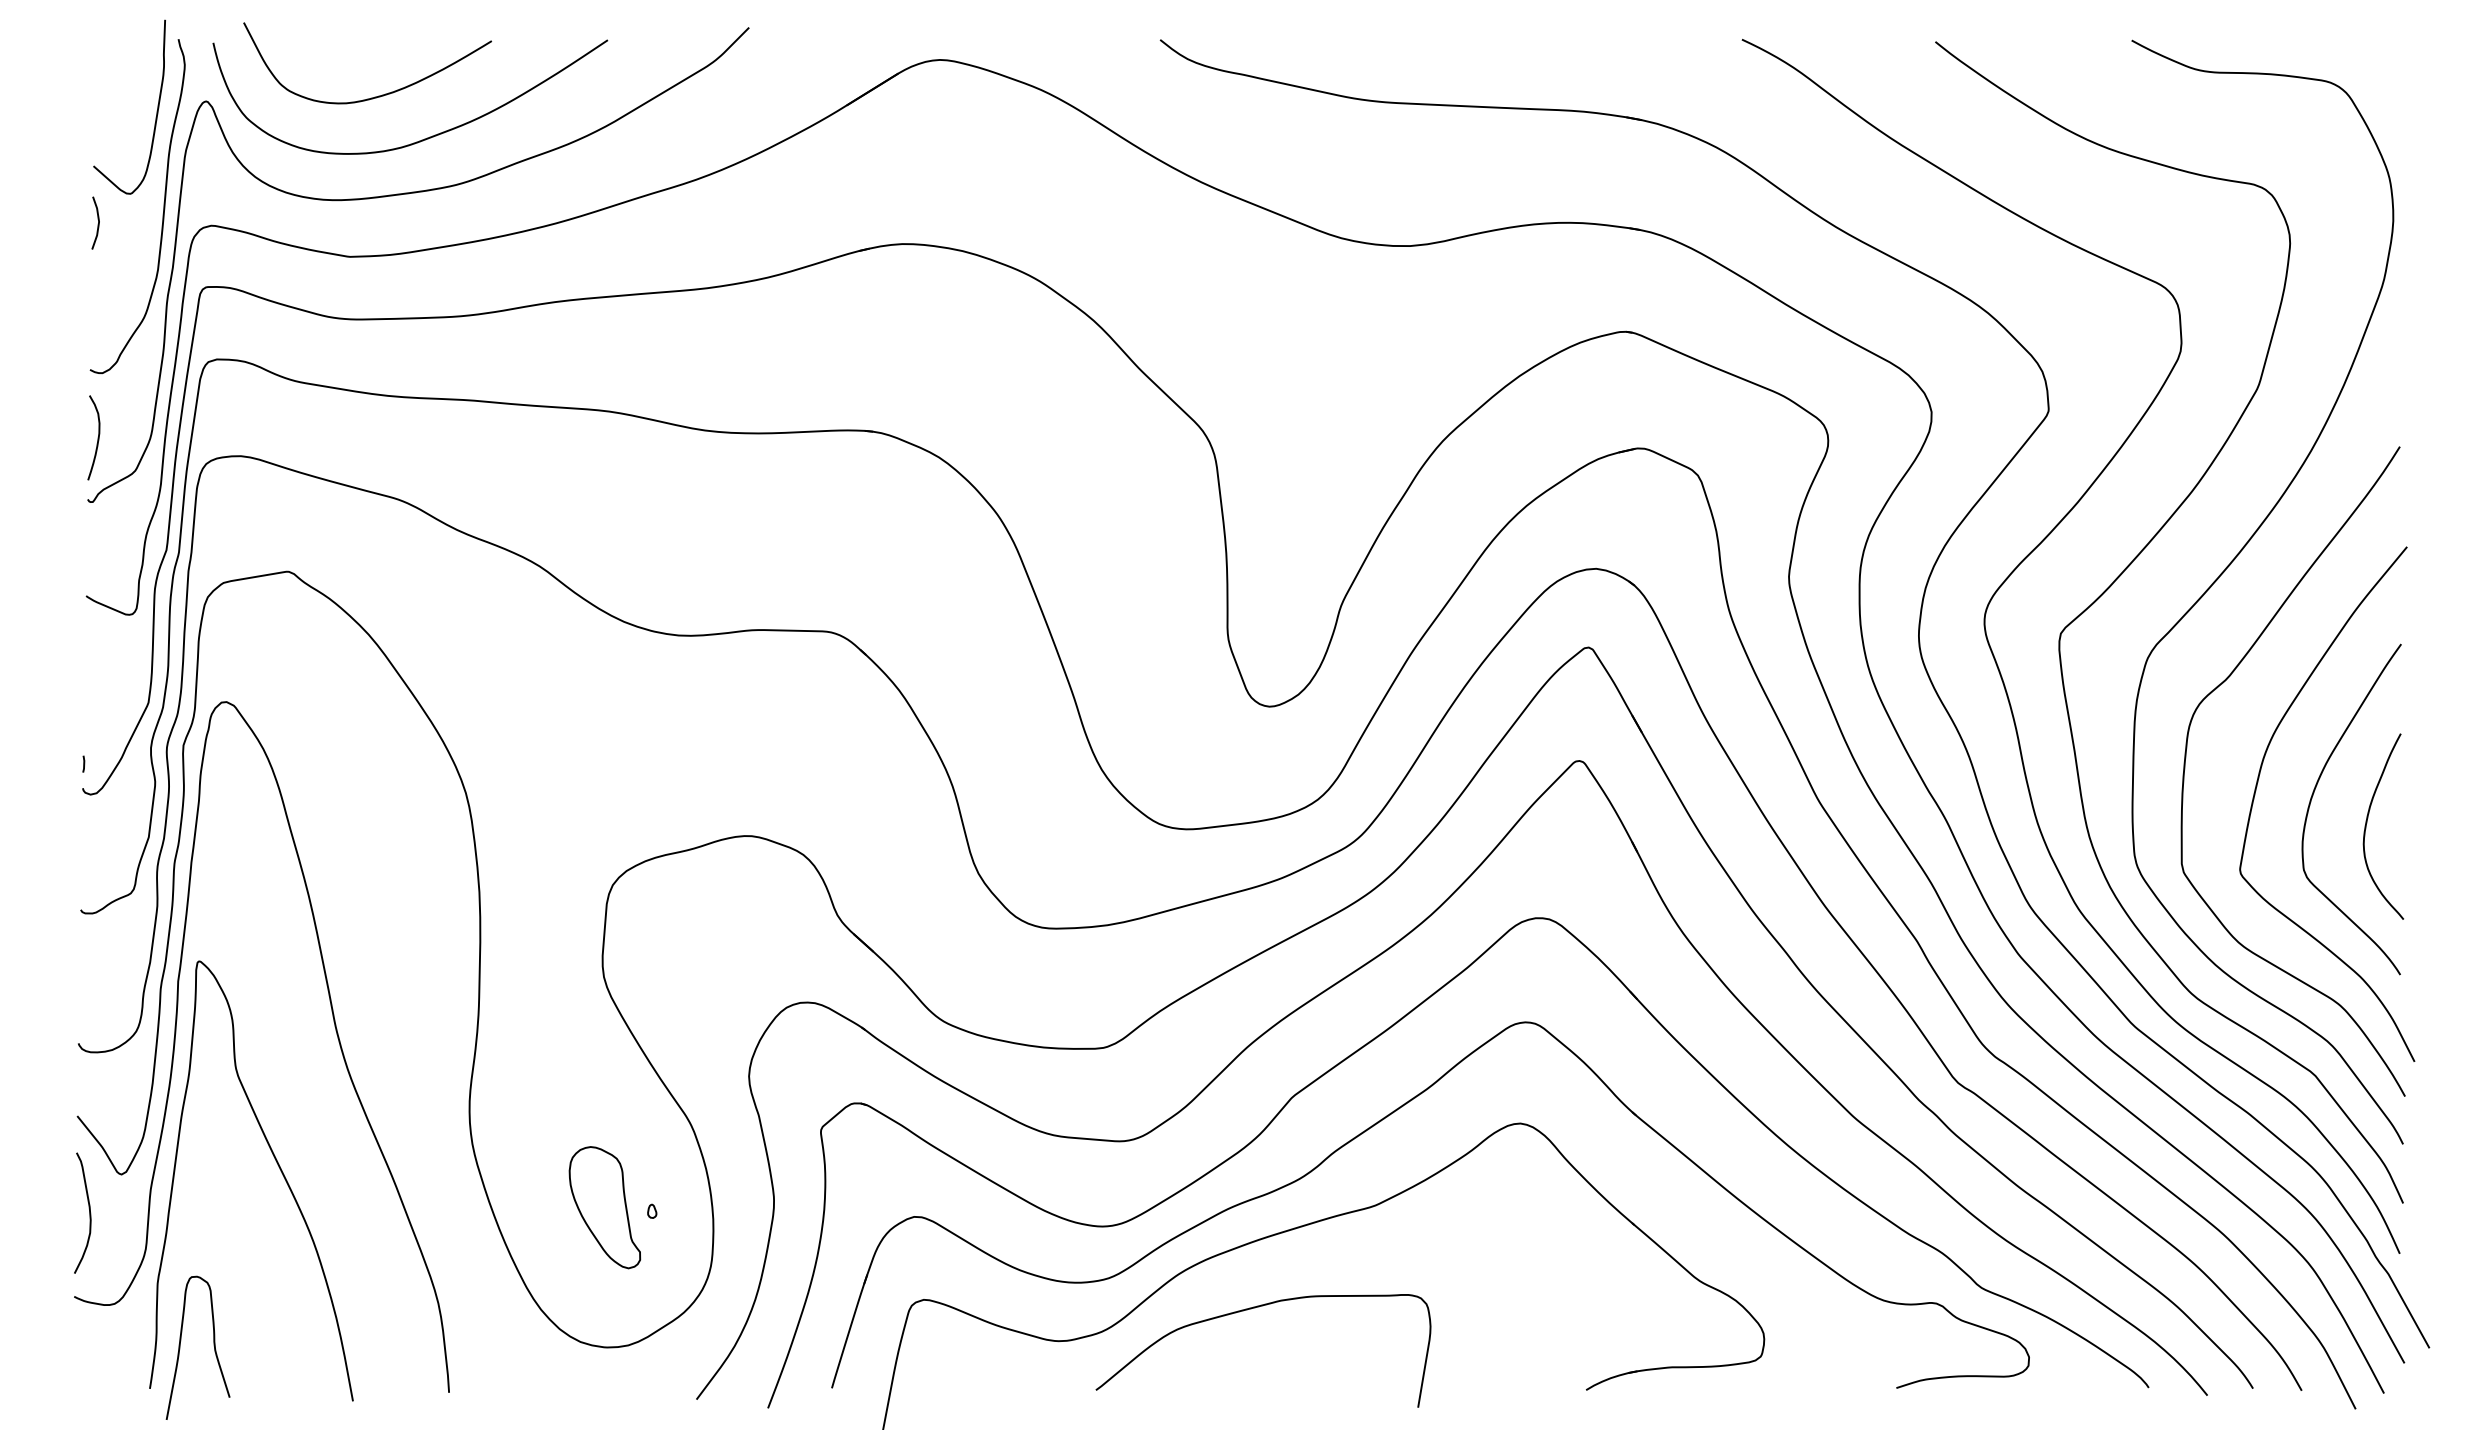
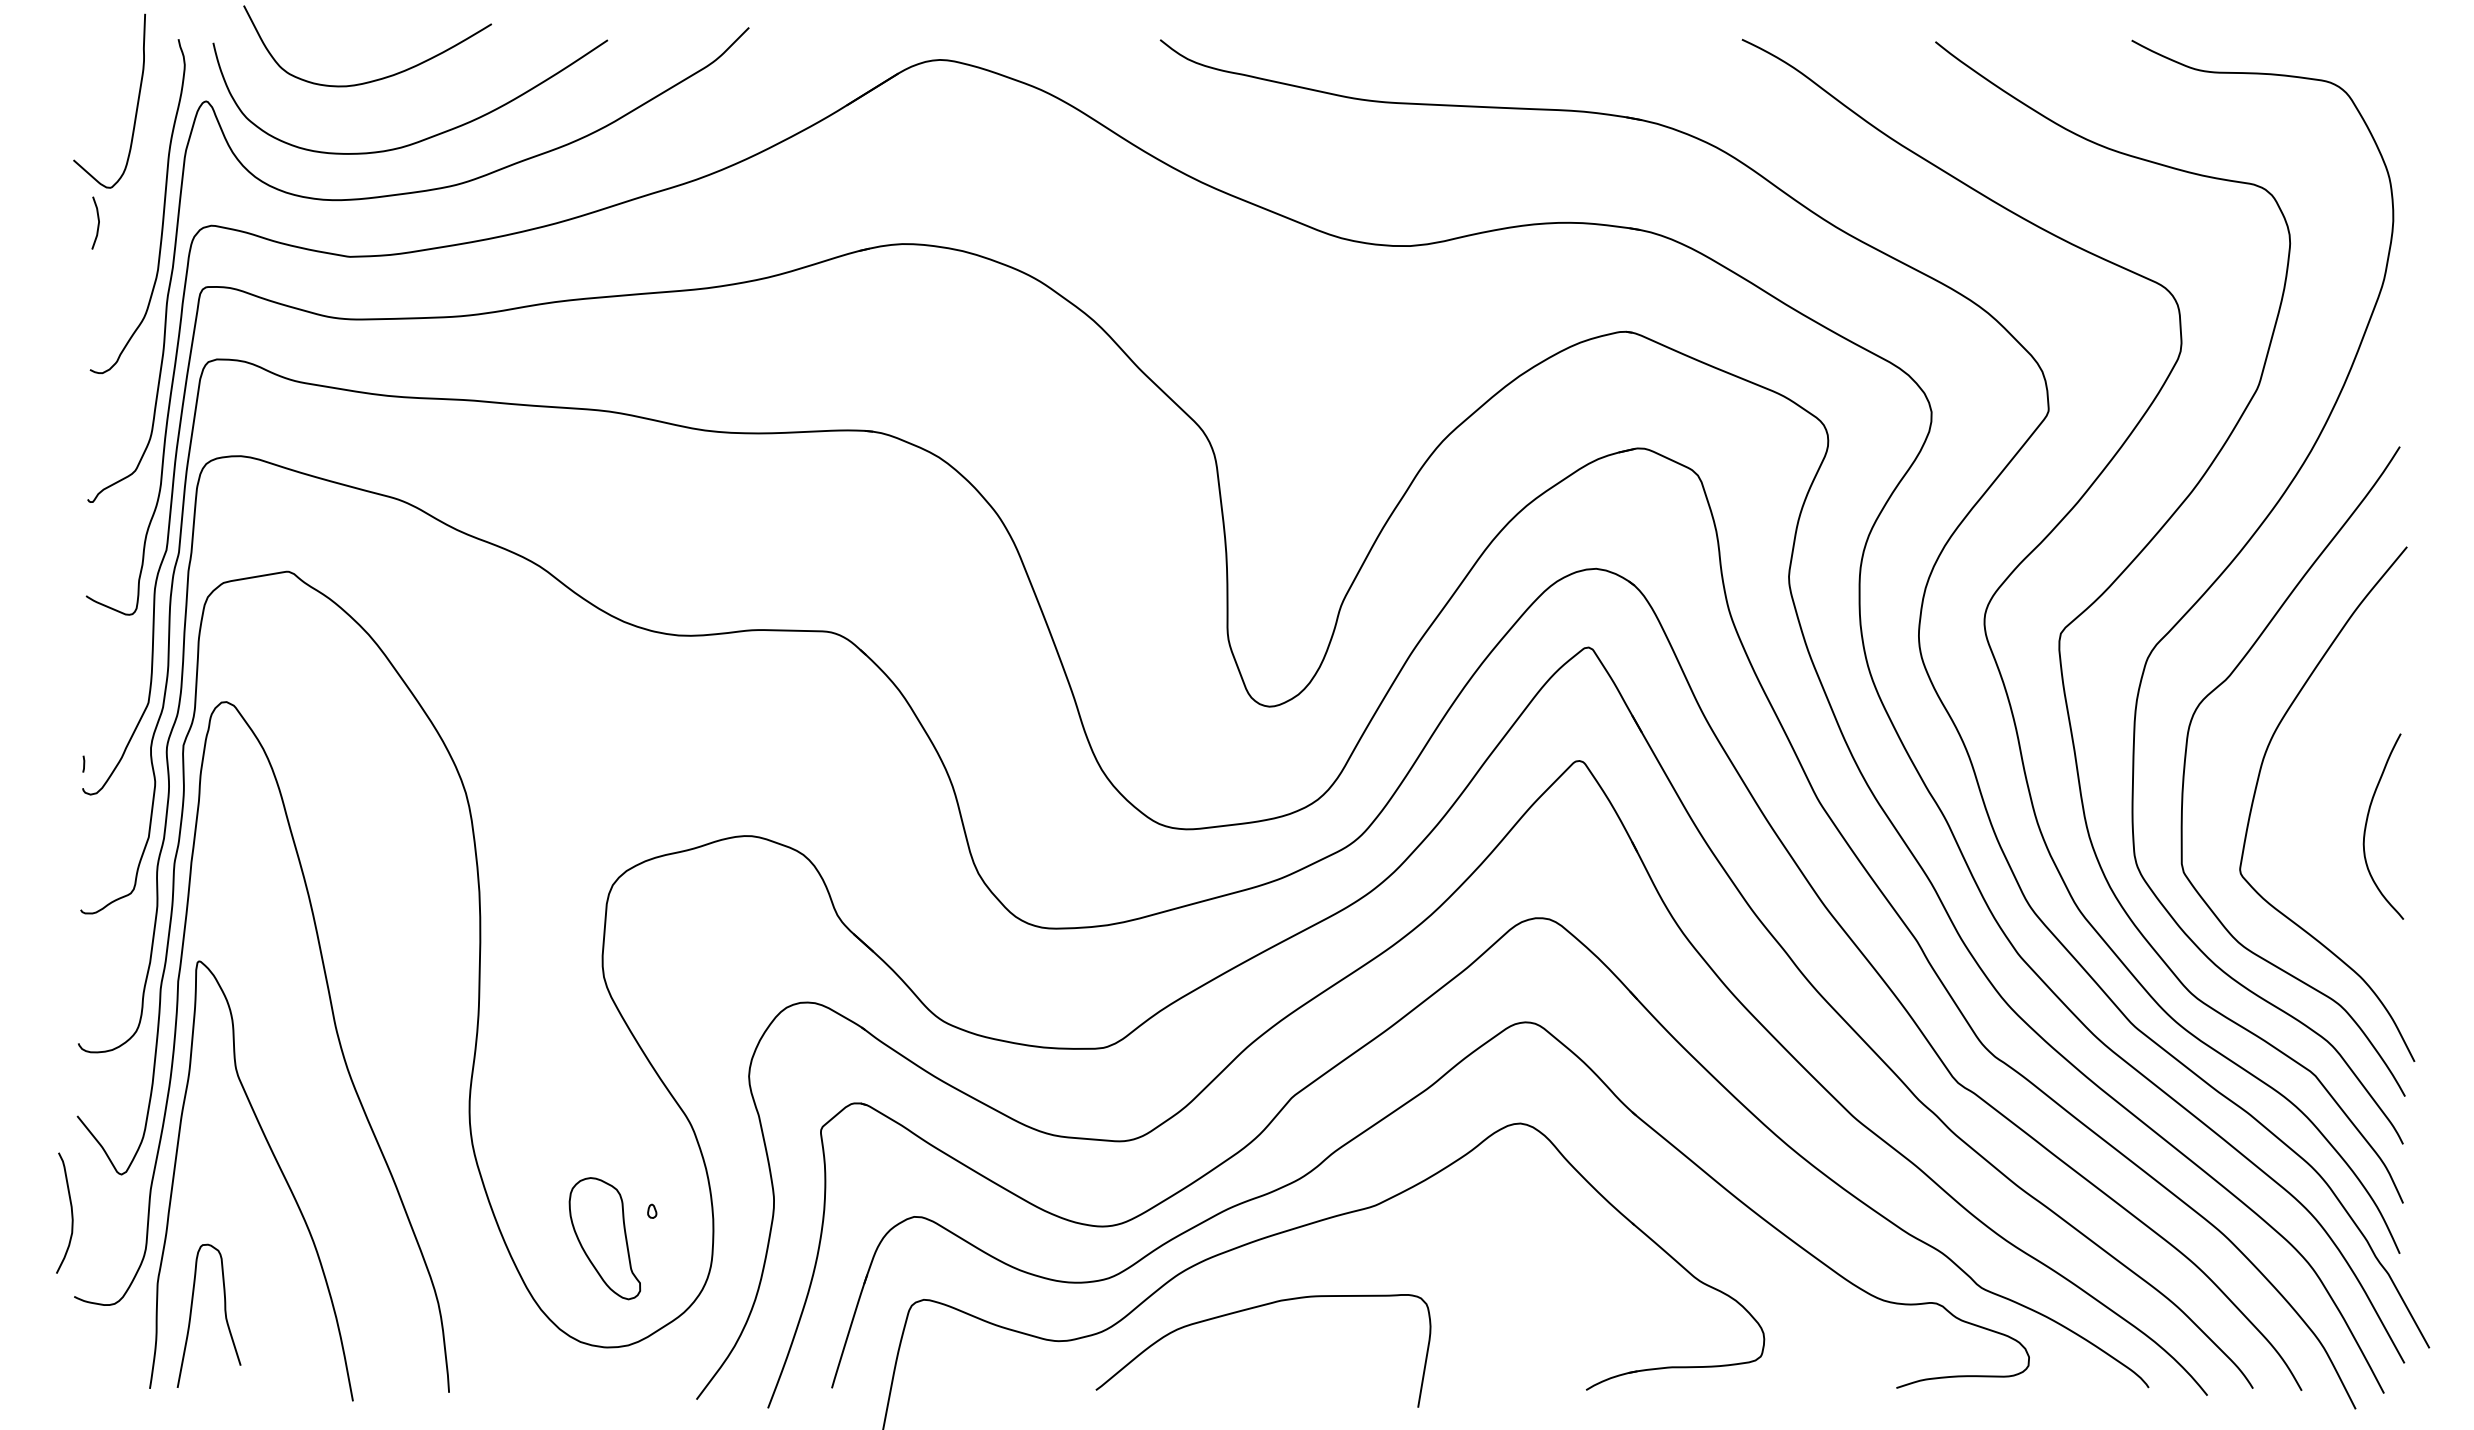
curve at (374, 96) position: (374, 96) -> (374, 79)
curve at (156, 111) position: (156, 111) -> (136, 105)
curve at (97, 437): present -> none
curve at (2314, 793): present -> none
part at (604, 1207) position: (604, 1207) -> (604, 1238)
curve at (89, 1212) position: (89, 1212) -> (71, 1212)
curve at (213, 1345) position: (213, 1345) -> (224, 1313)
